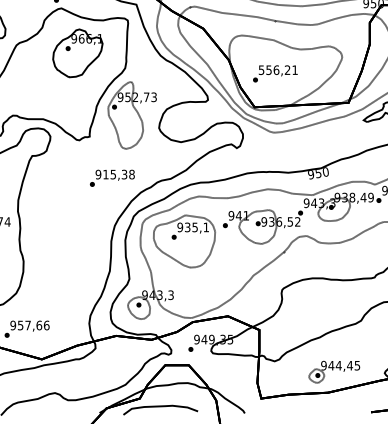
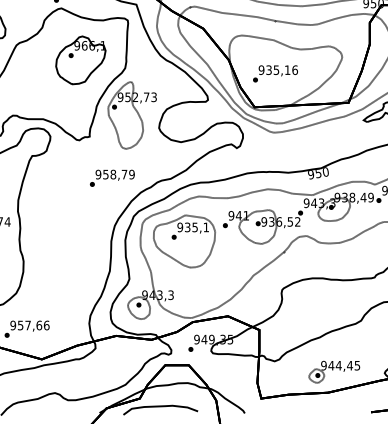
part at (77, 53) position: (77, 53) -> (80, 60)
text at (277, 70): 556,21 -> 935,16
text at (118, 174): 915,38 -> 958,79
